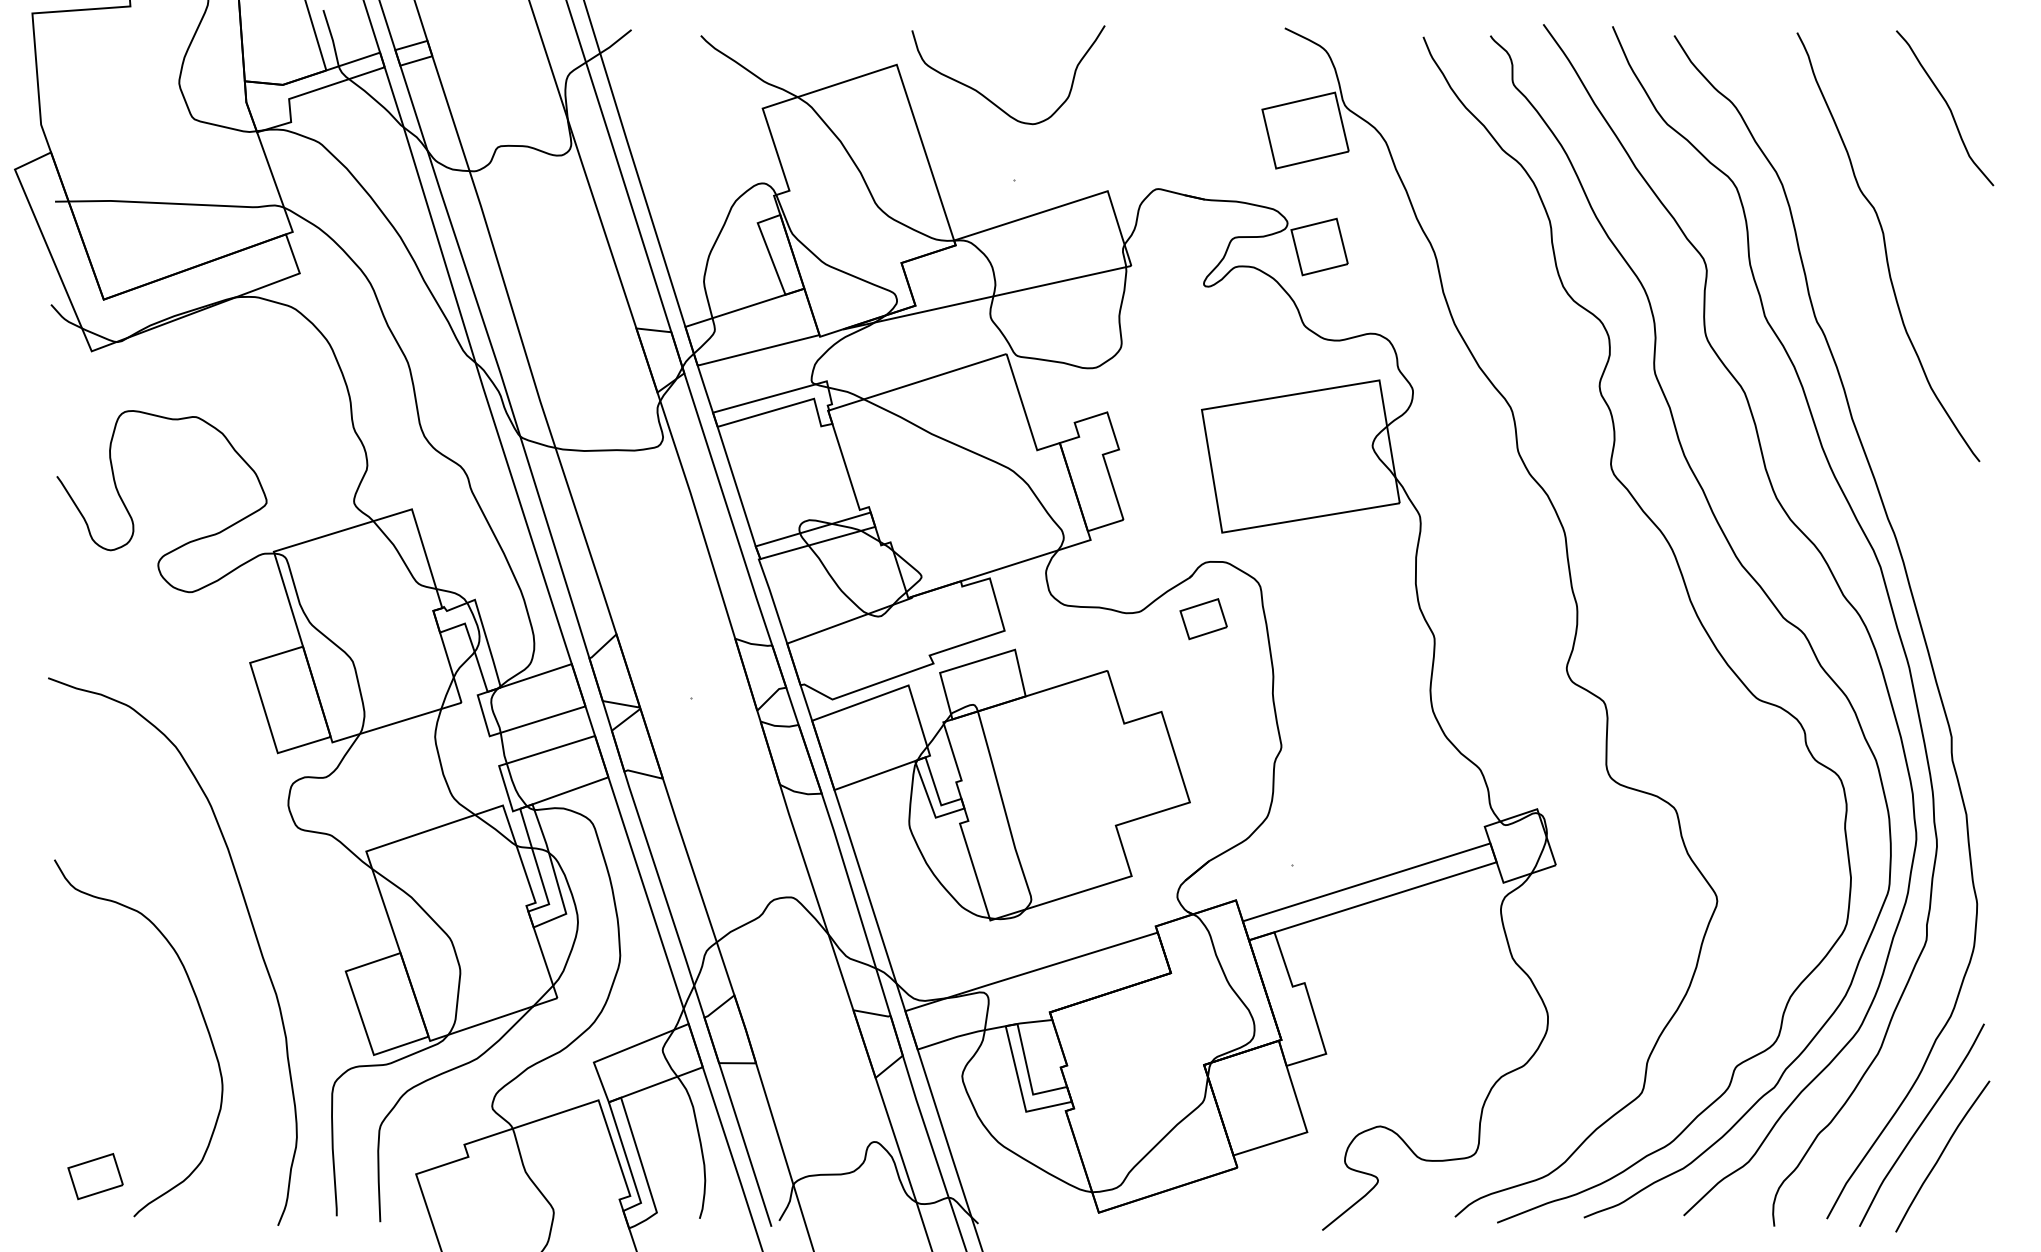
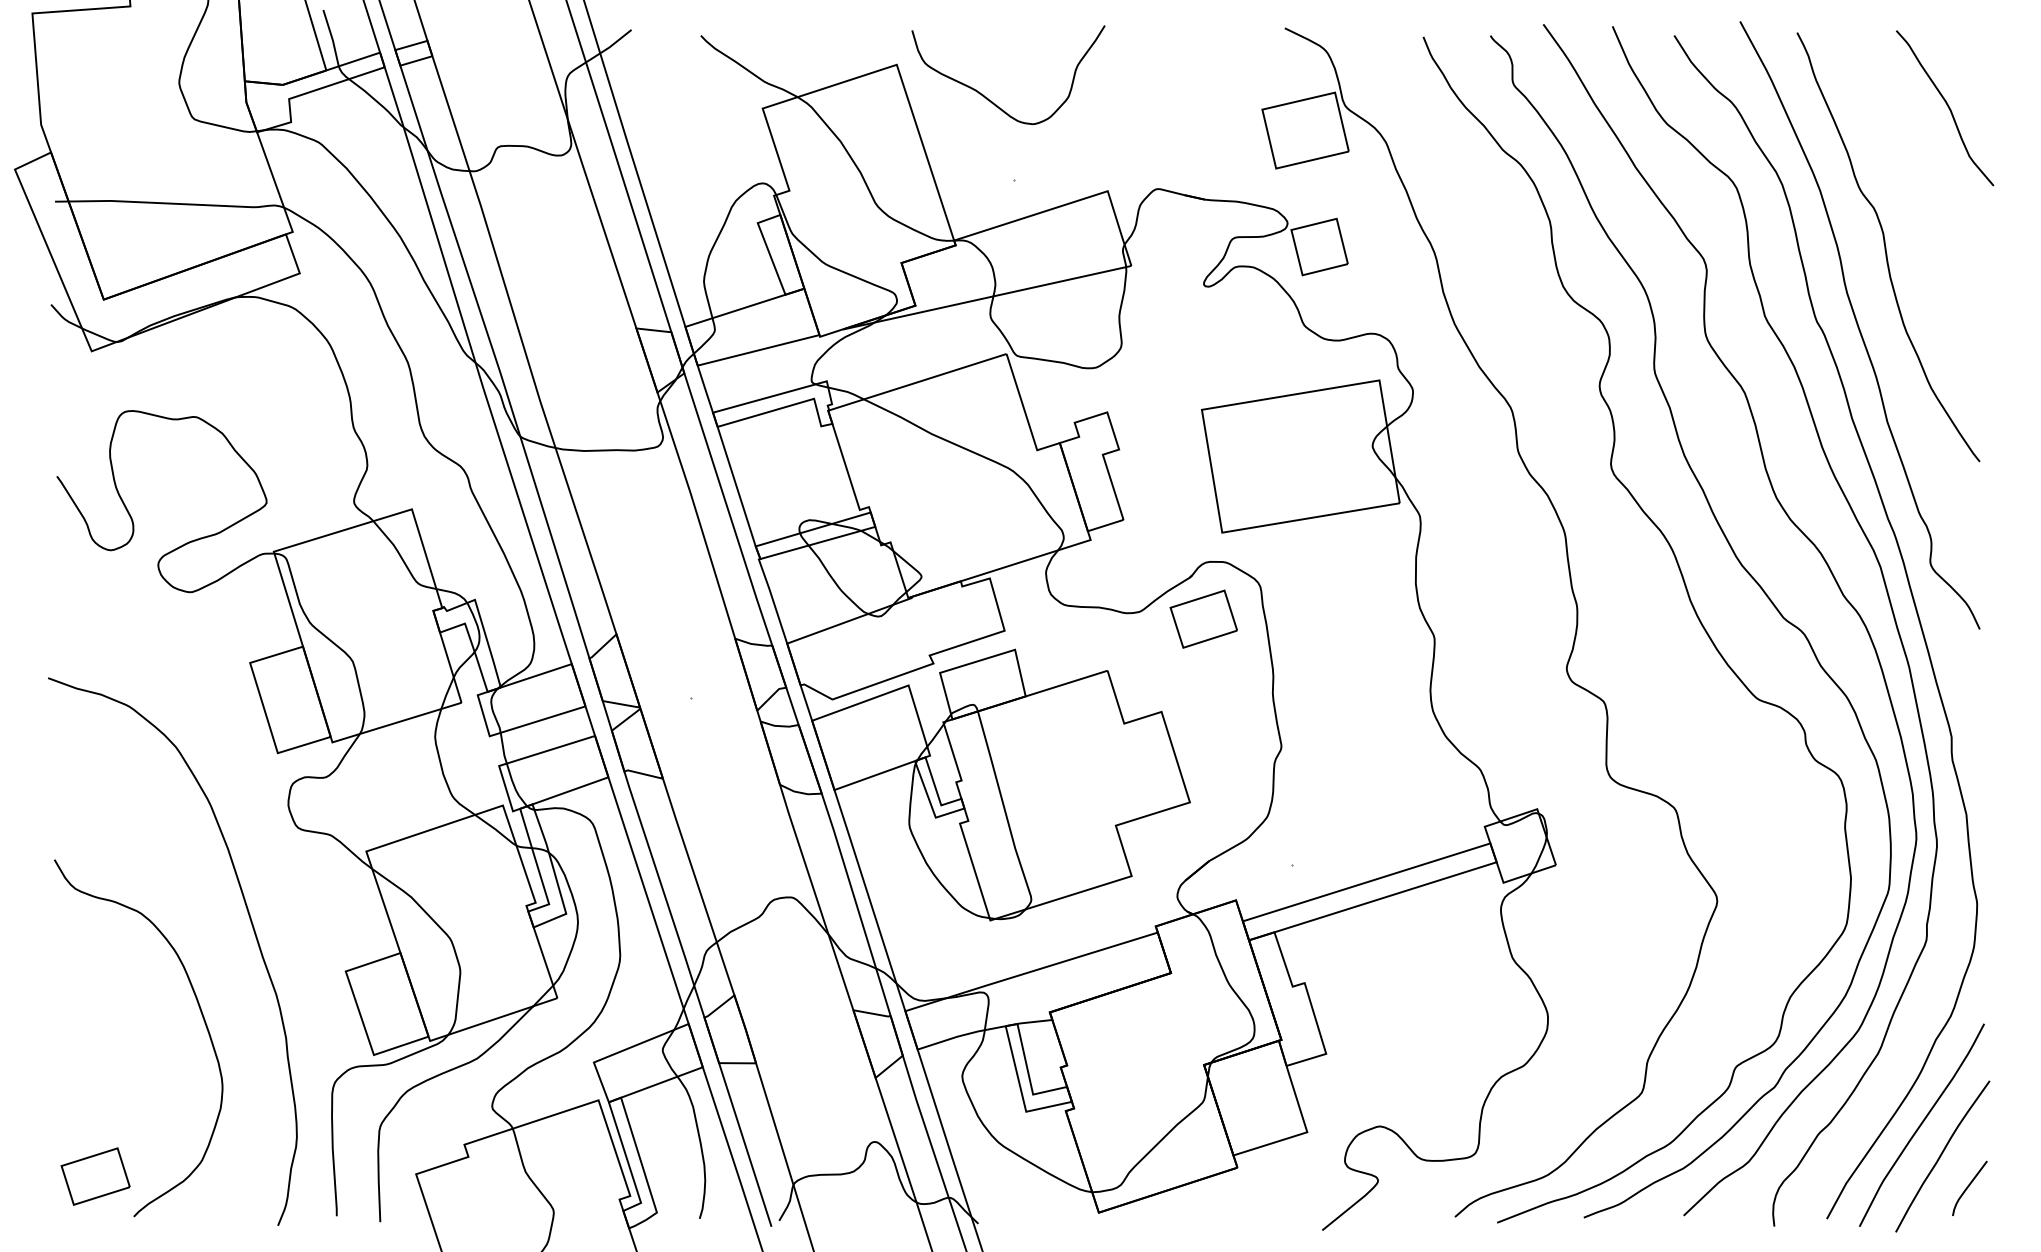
curve at (1858, 325): none -> present
part at (1203, 619) size: 49x43 px -> 69x60 px
part at (95, 1176) size: 57x48 px -> 71x59 px
curve at (1968, 1187): none -> present
